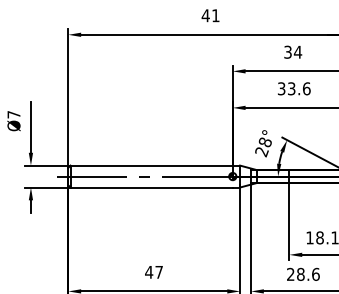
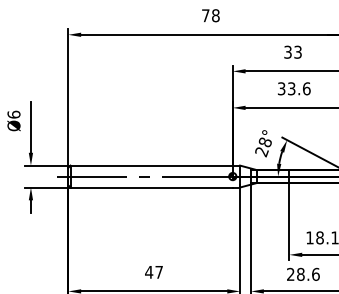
text at (210, 15): 41 -> 78
text at (297, 51): 34 -> 33
text at (13, 114): Ø7 -> Ø6
